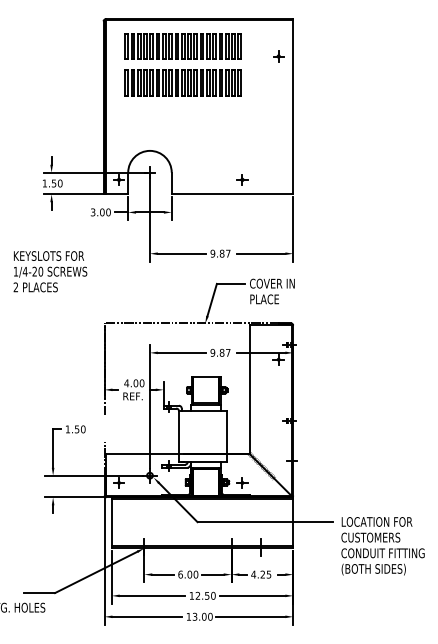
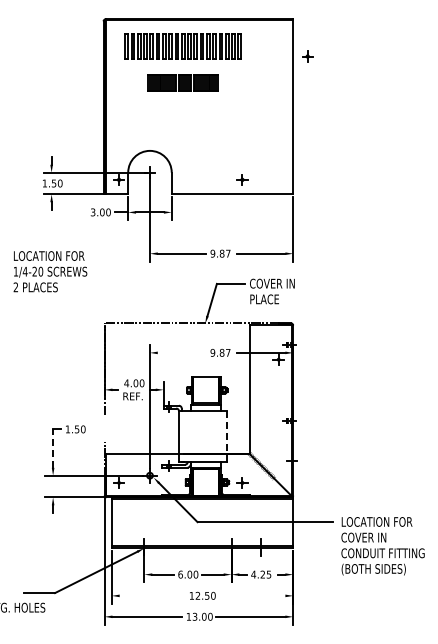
part at (278, 56) position: (278, 56) -> (307, 56)
part at (182, 82) size: 118x28 px -> 72x18 px
text at (49, 255): KEYSLOTS FOR -> LOCATION FOR
line at (181, 352): present -> none
line at (226, 433): solid -> dashed
line at (53, 448): solid -> dashed
text at (374, 537): CUSTOMERS -> COVER IN
line at (151, 595): present -> none
line at (252, 595): present -> none
